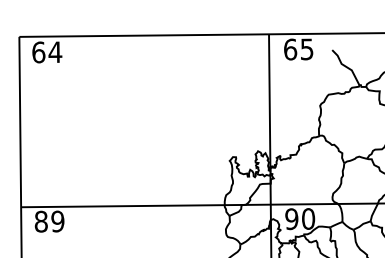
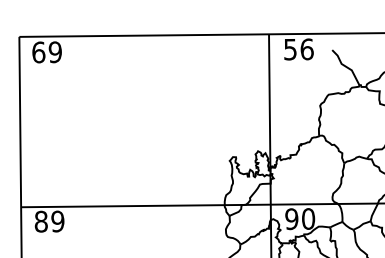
text at (298, 49): 65 -> 56
text at (55, 52): 64 -> 69
